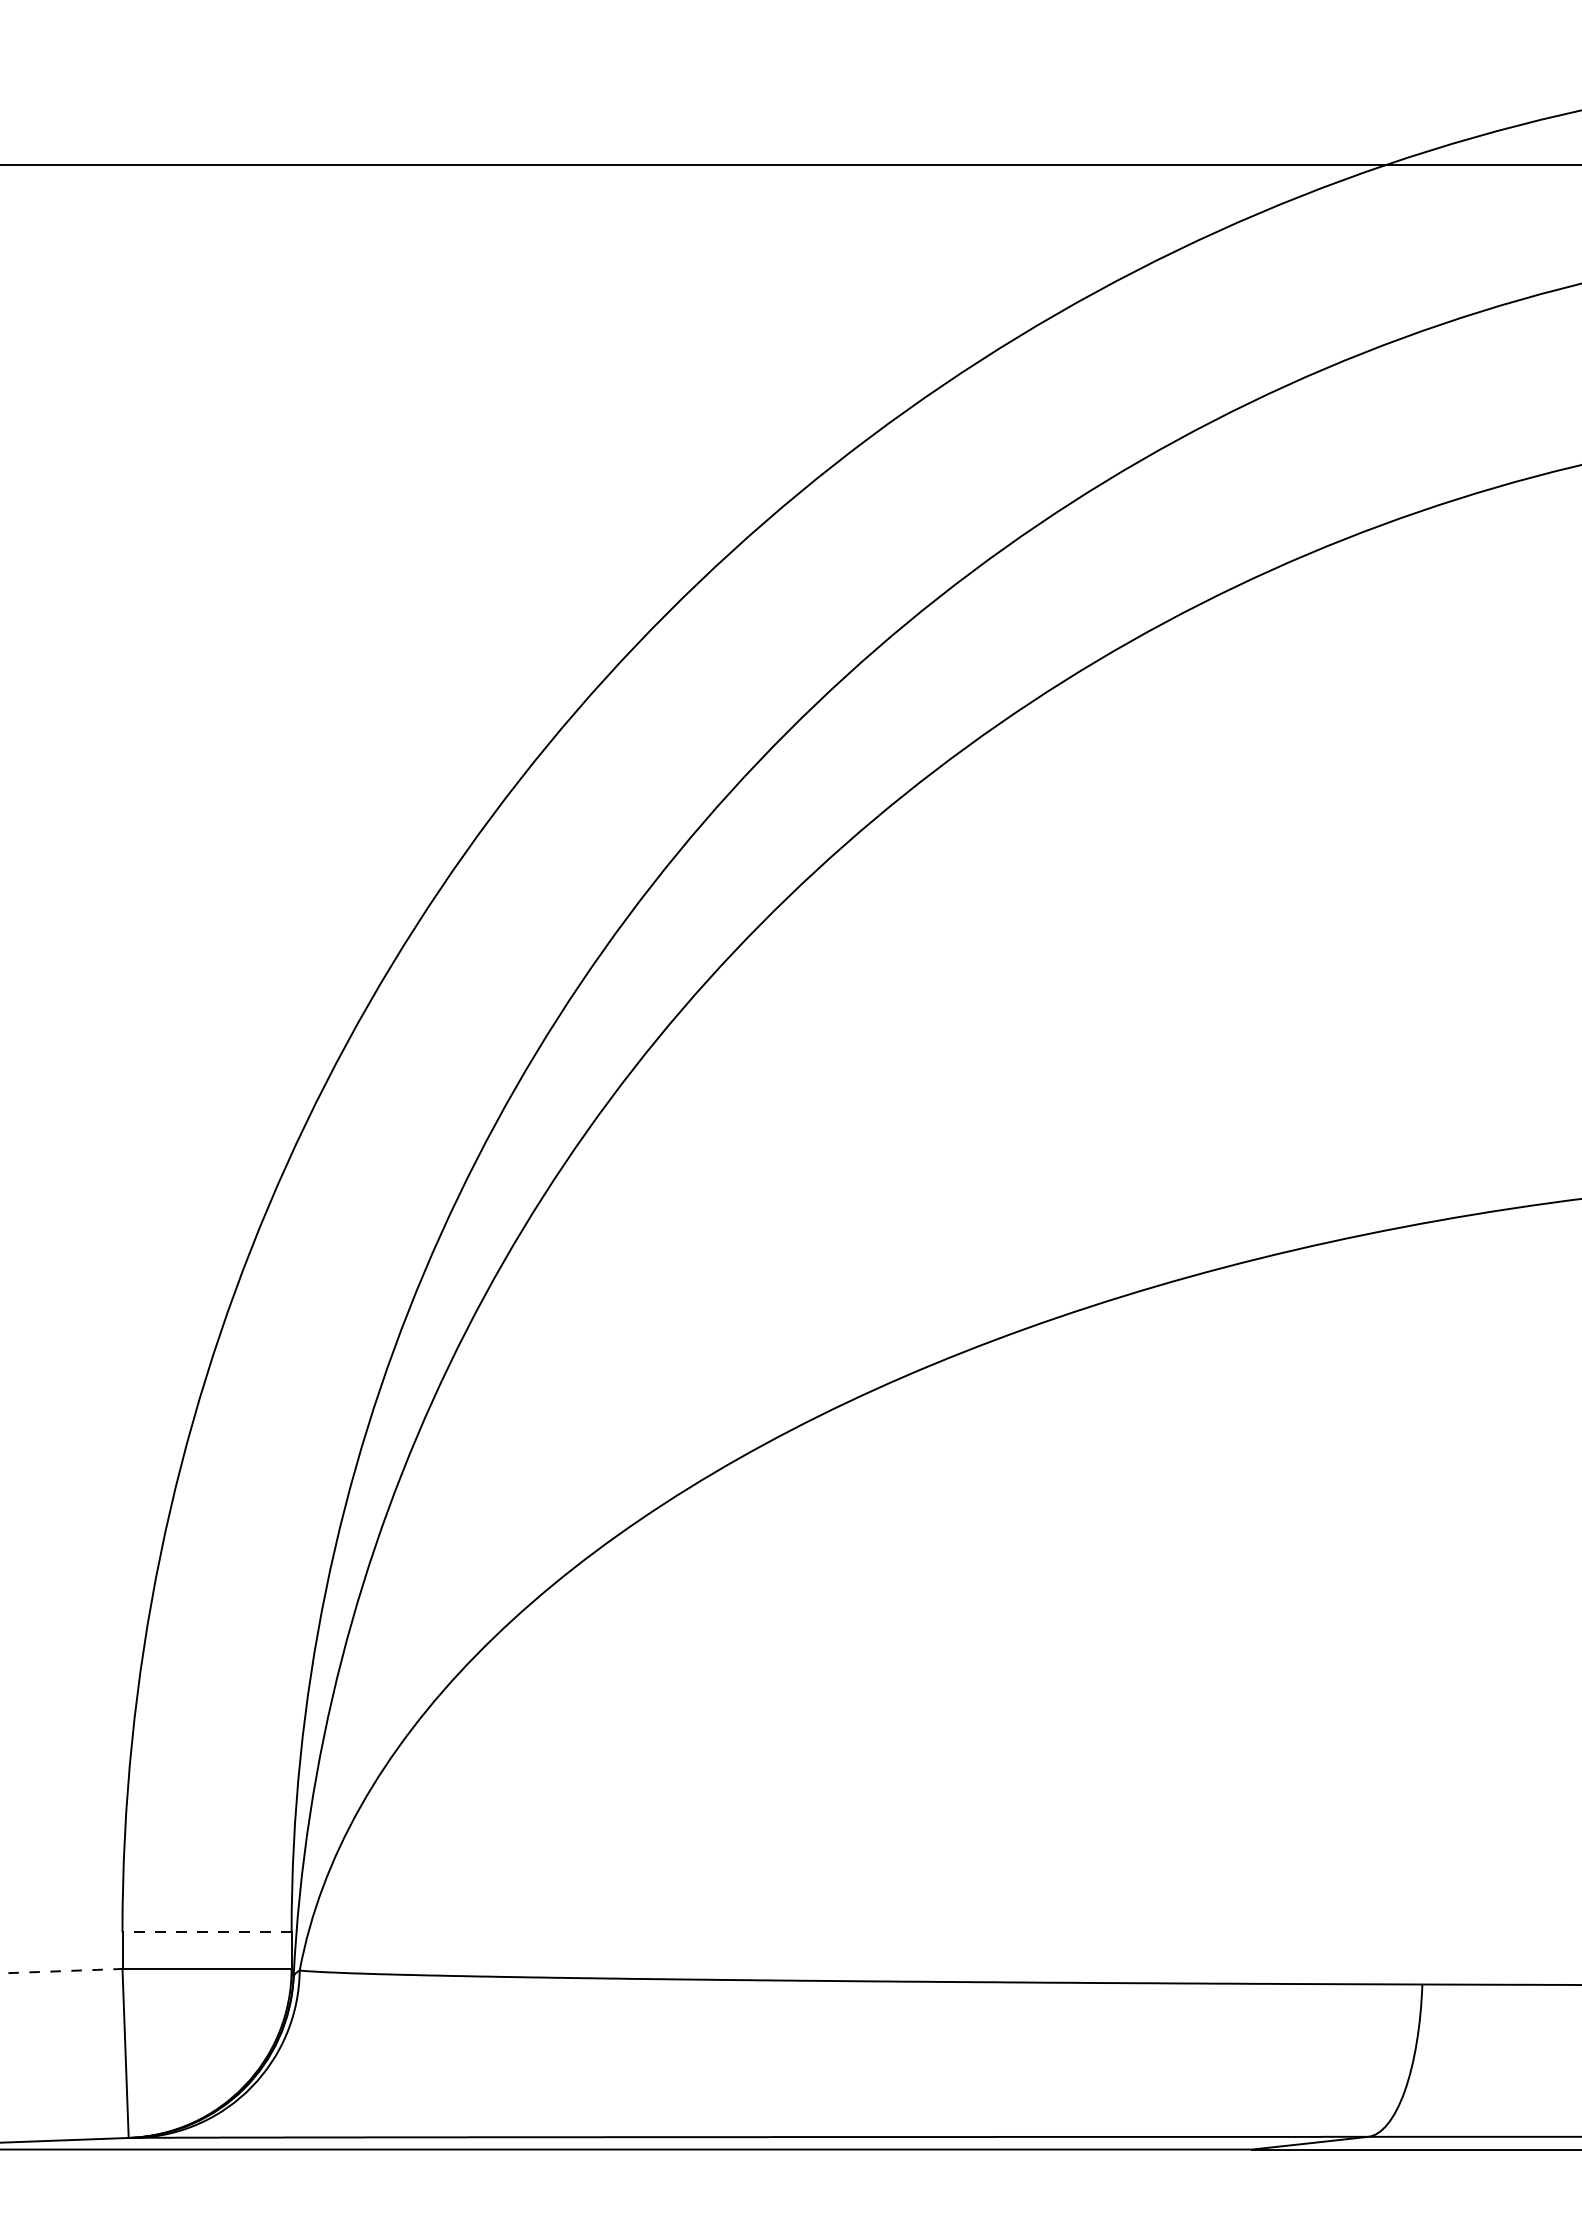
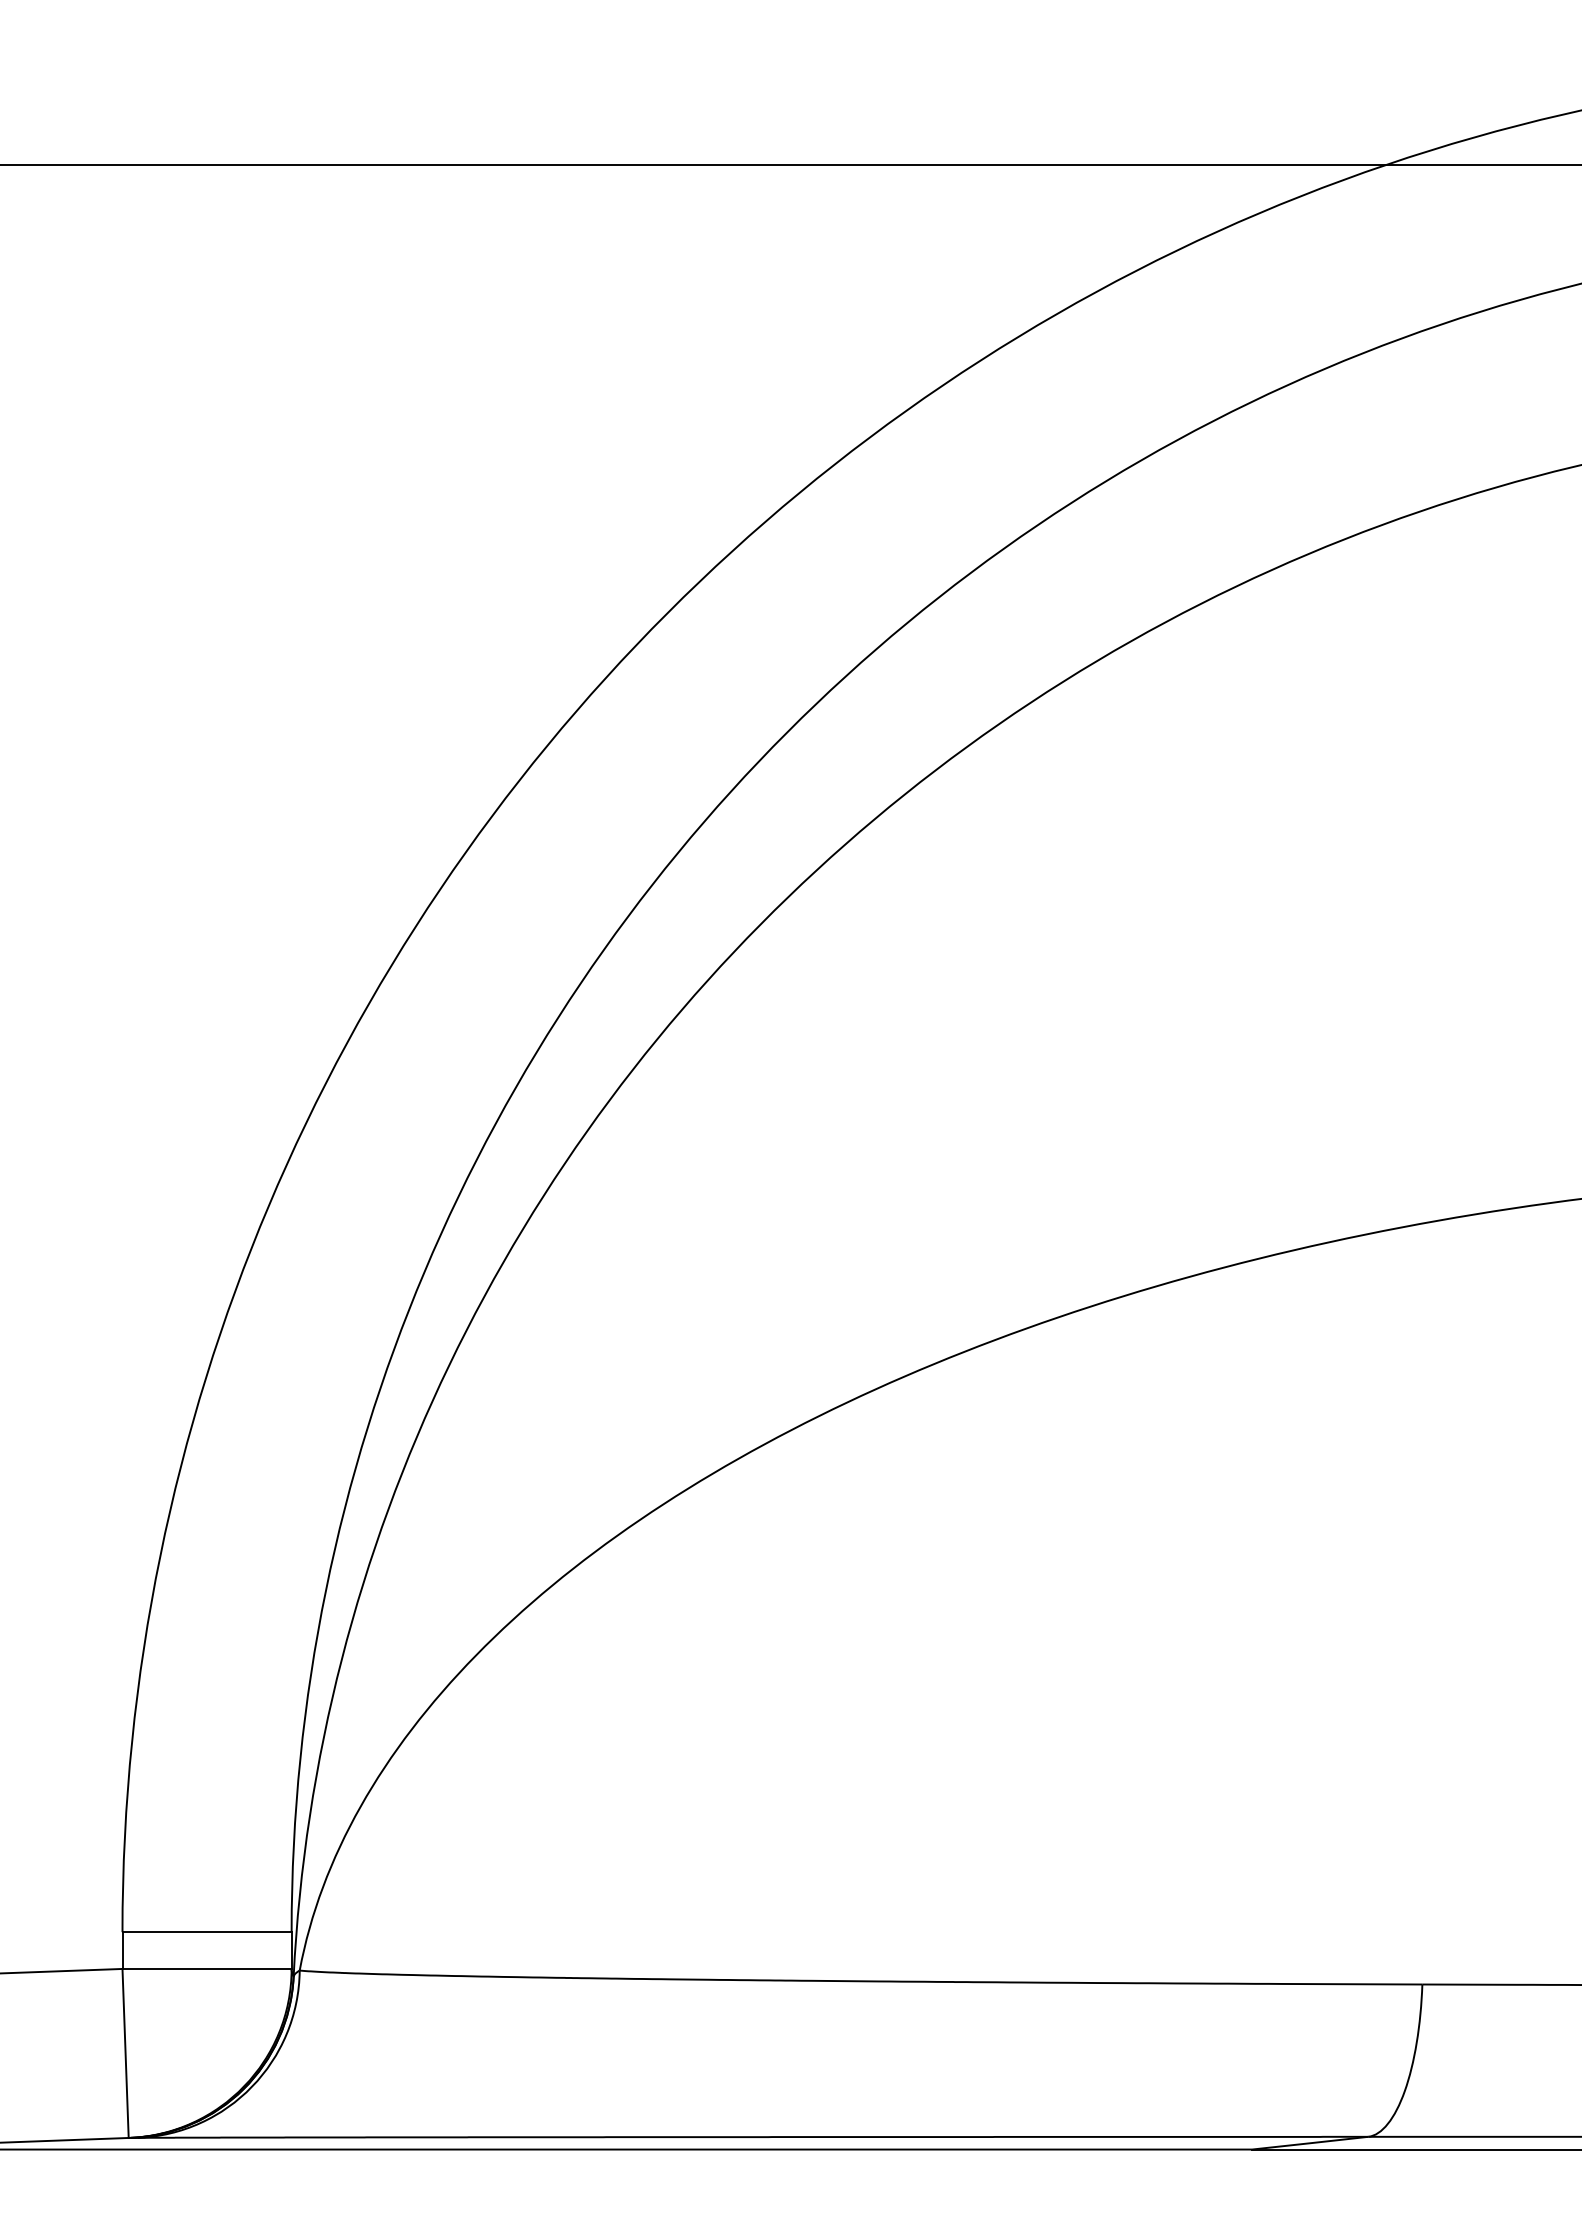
line at (207, 1932): dashed -> solid
line at (61, 1971): dashed -> solid
